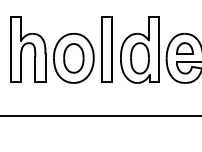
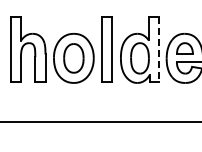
line at (159, 49): solid -> dashed
line at (100, 115) position: (100, 115) -> (100, 121)
